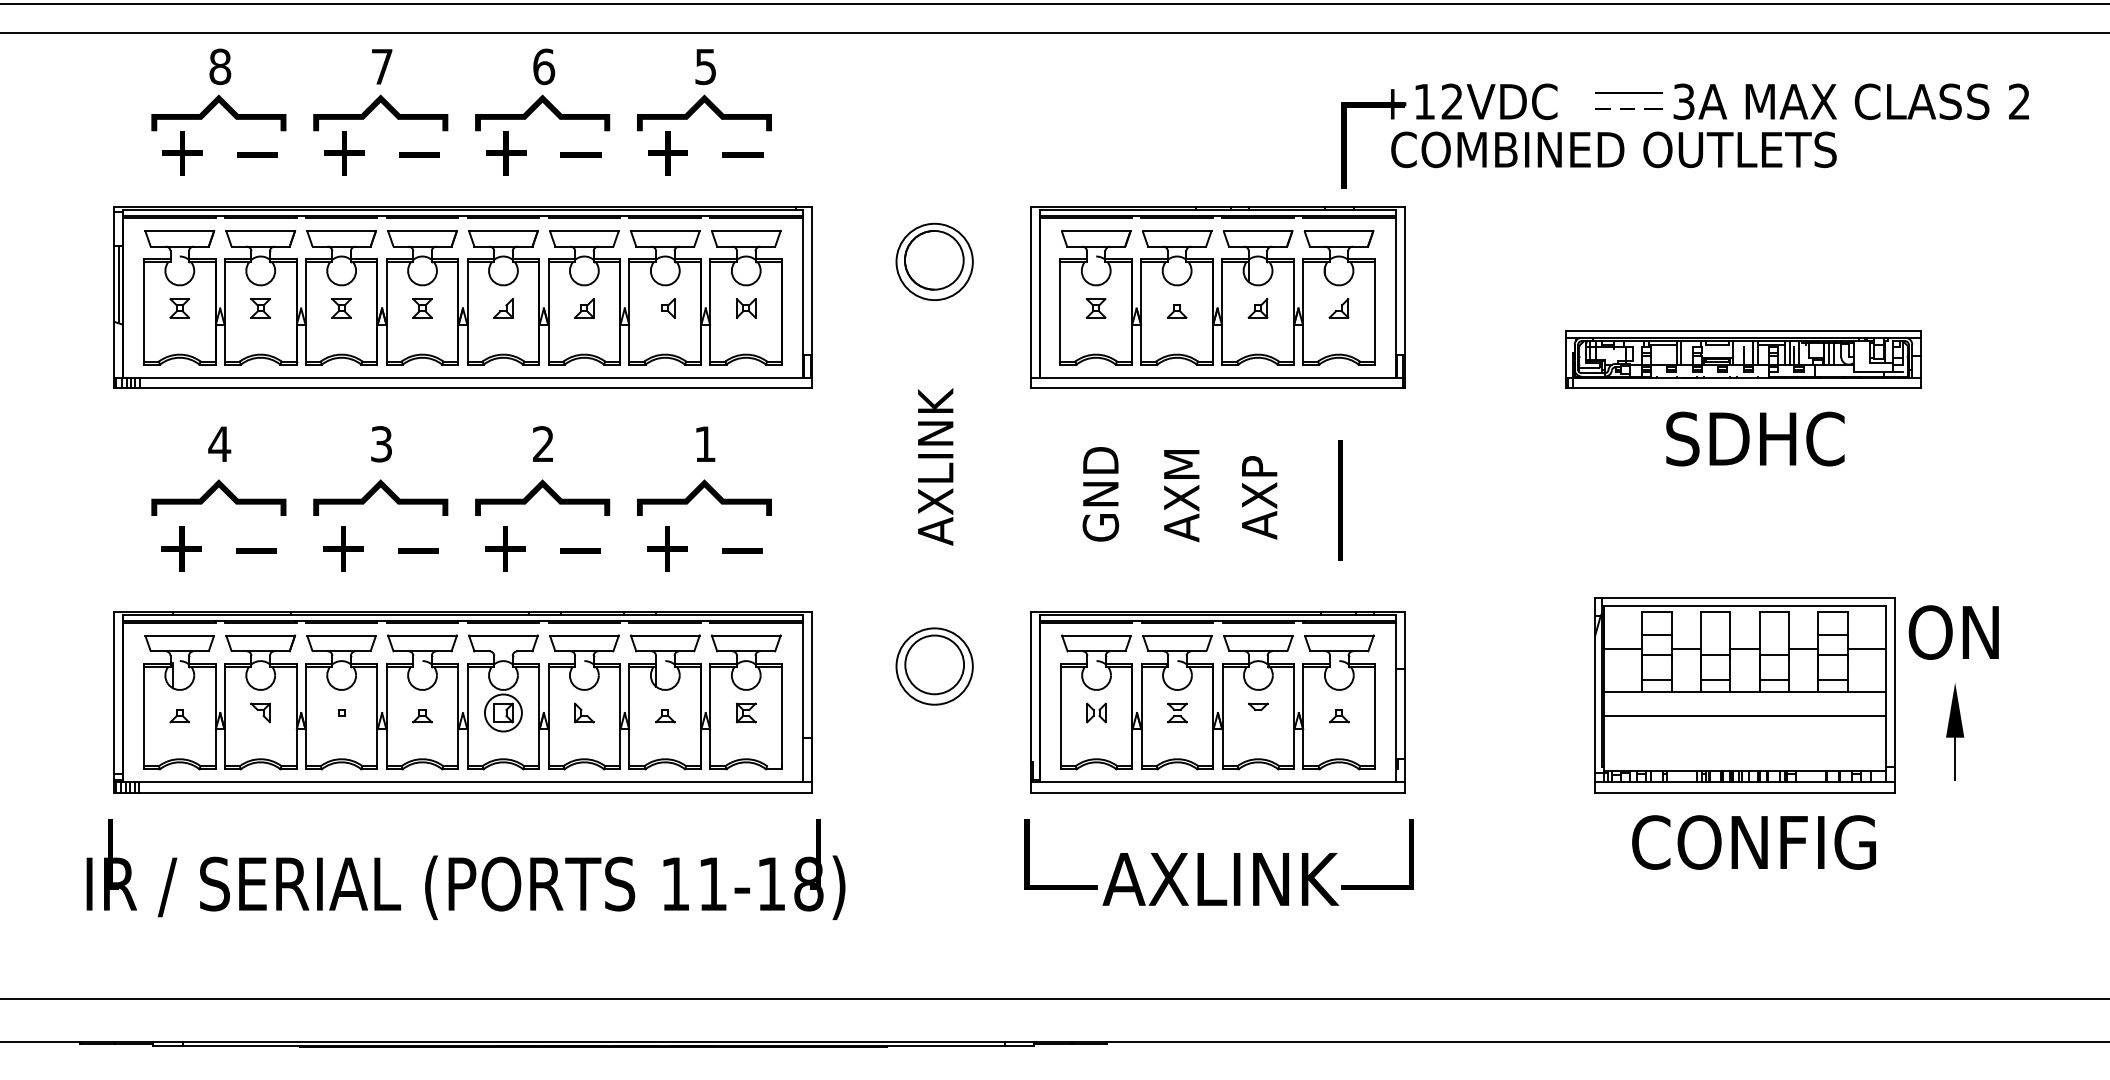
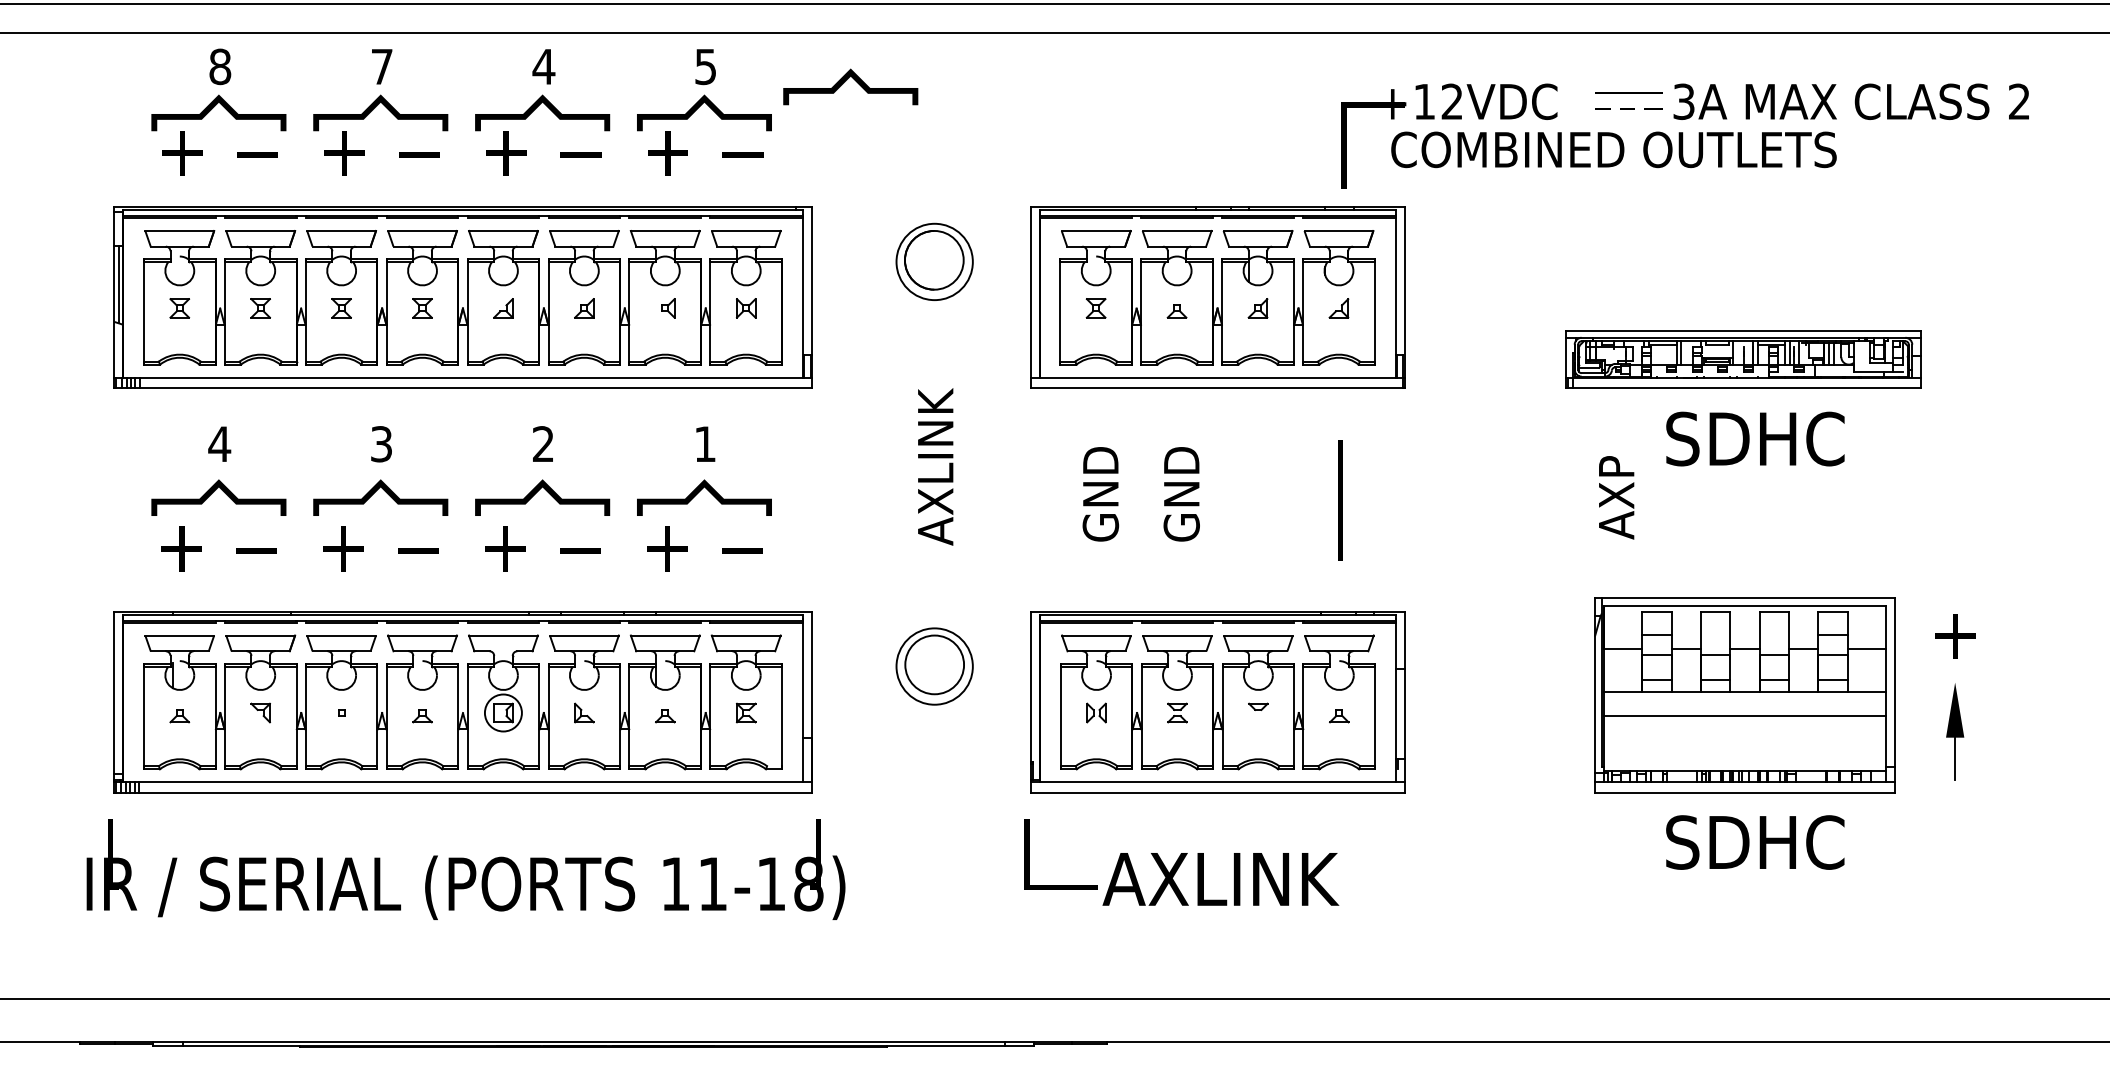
text at (543, 66): 6 -> 4
curve at (846, 81): none -> present
text at (1181, 494): AXM -> GND
text at (1259, 497) position: (1259, 497) -> (1616, 497)
text at (1953, 632): ON -> +
text at (1753, 842): CONFIG -> SDHC
line at (1377, 885): present -> none
